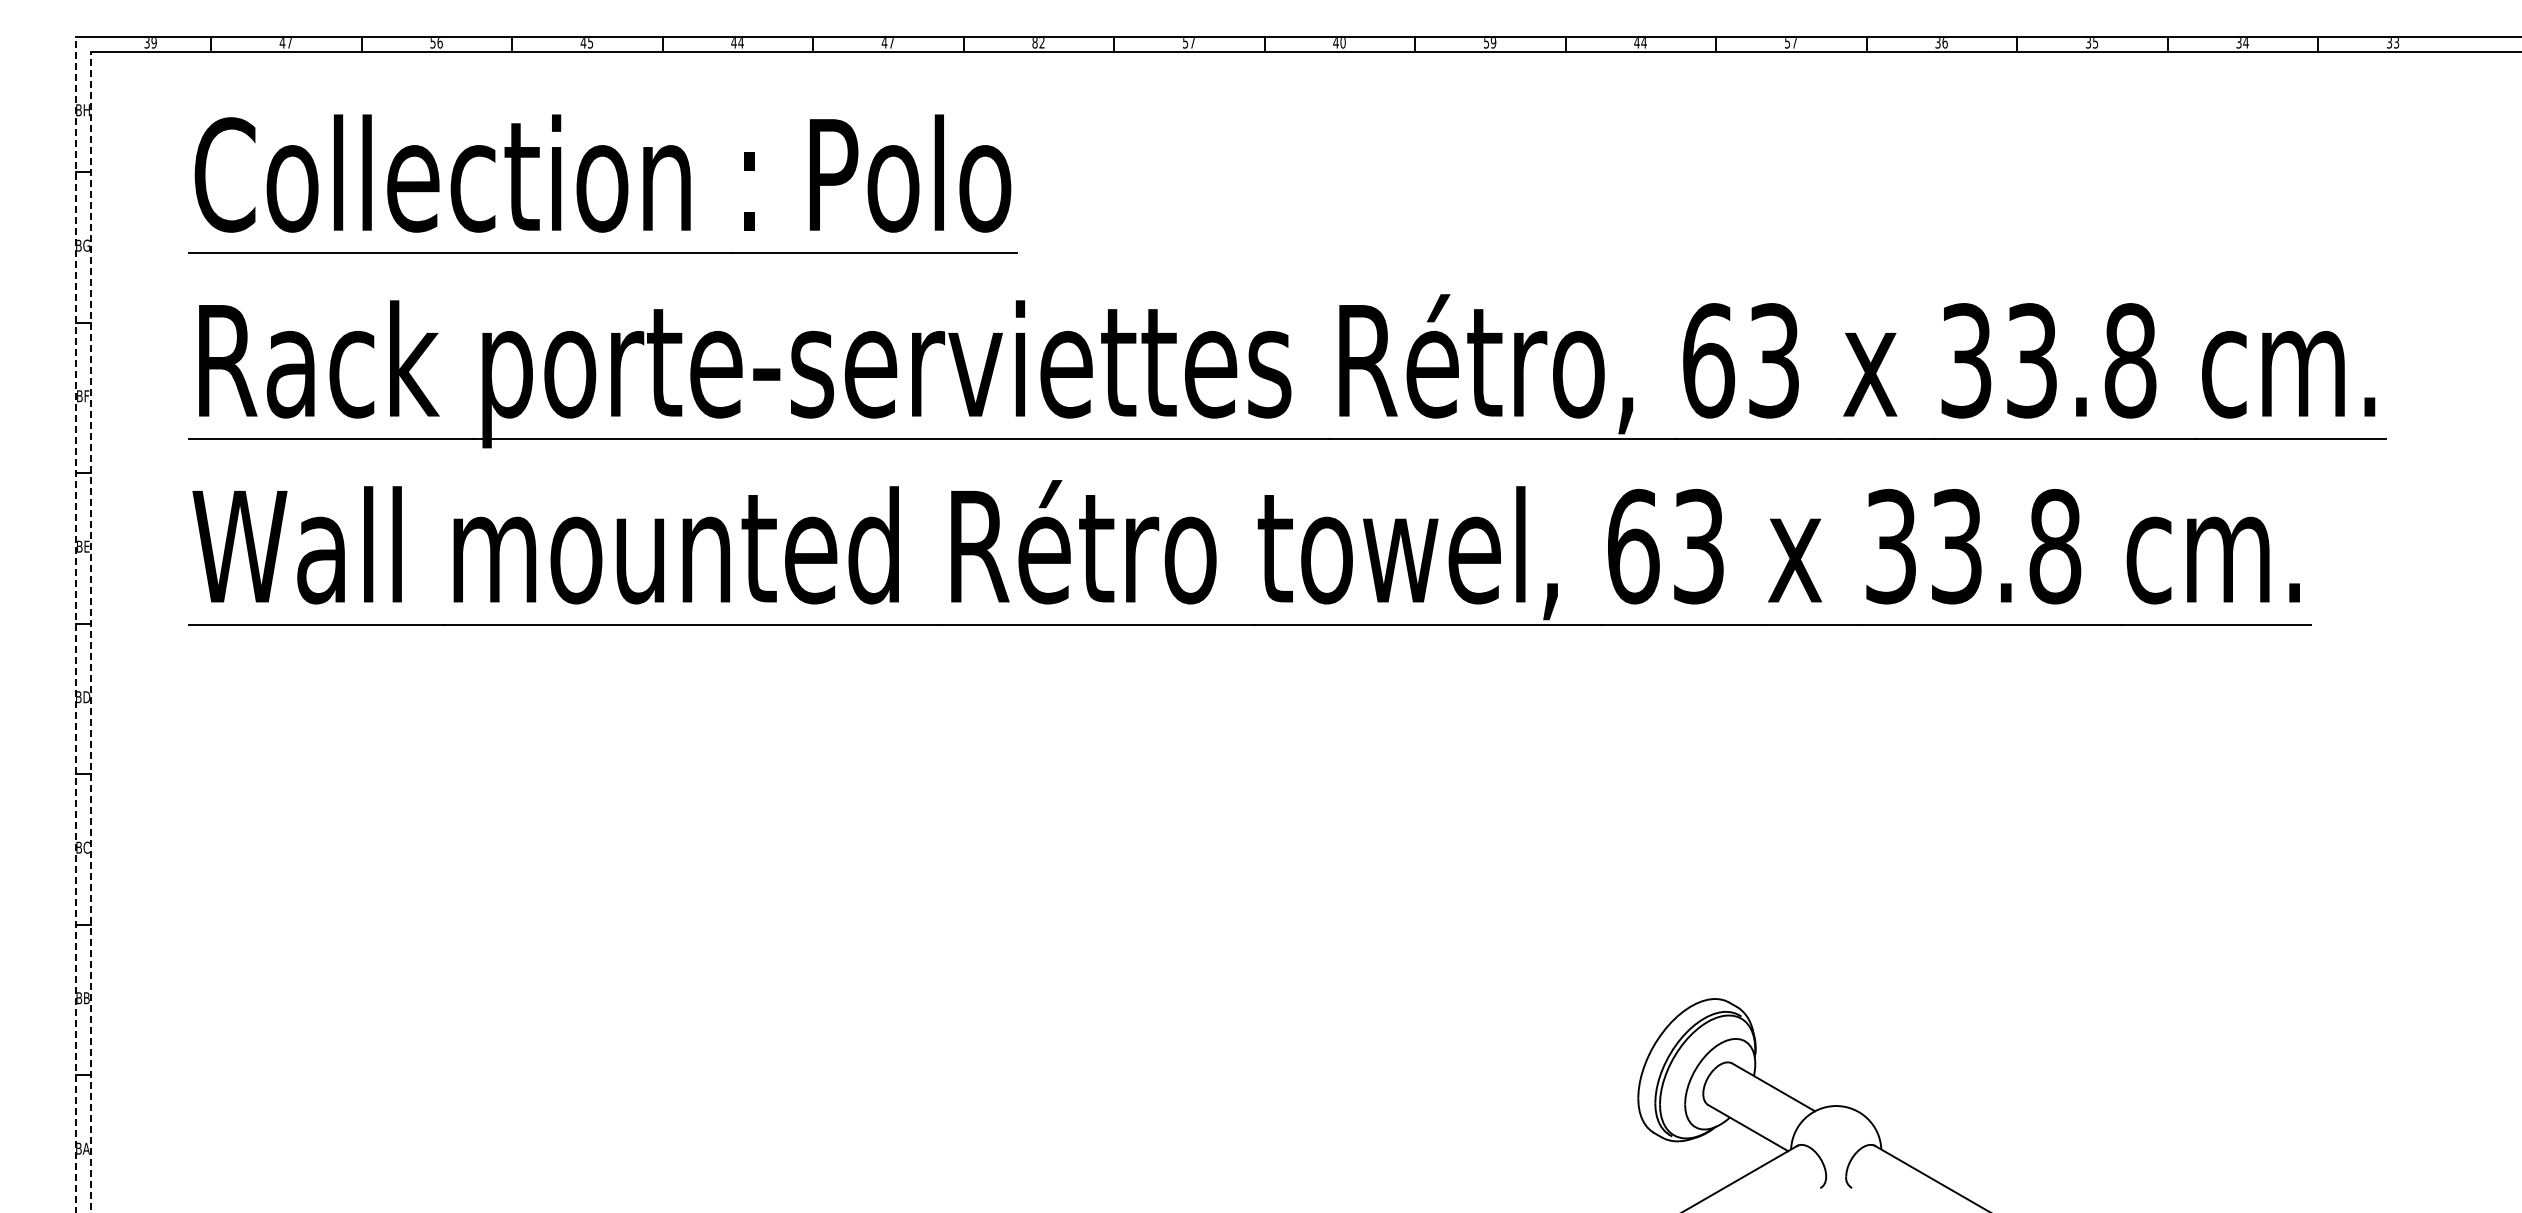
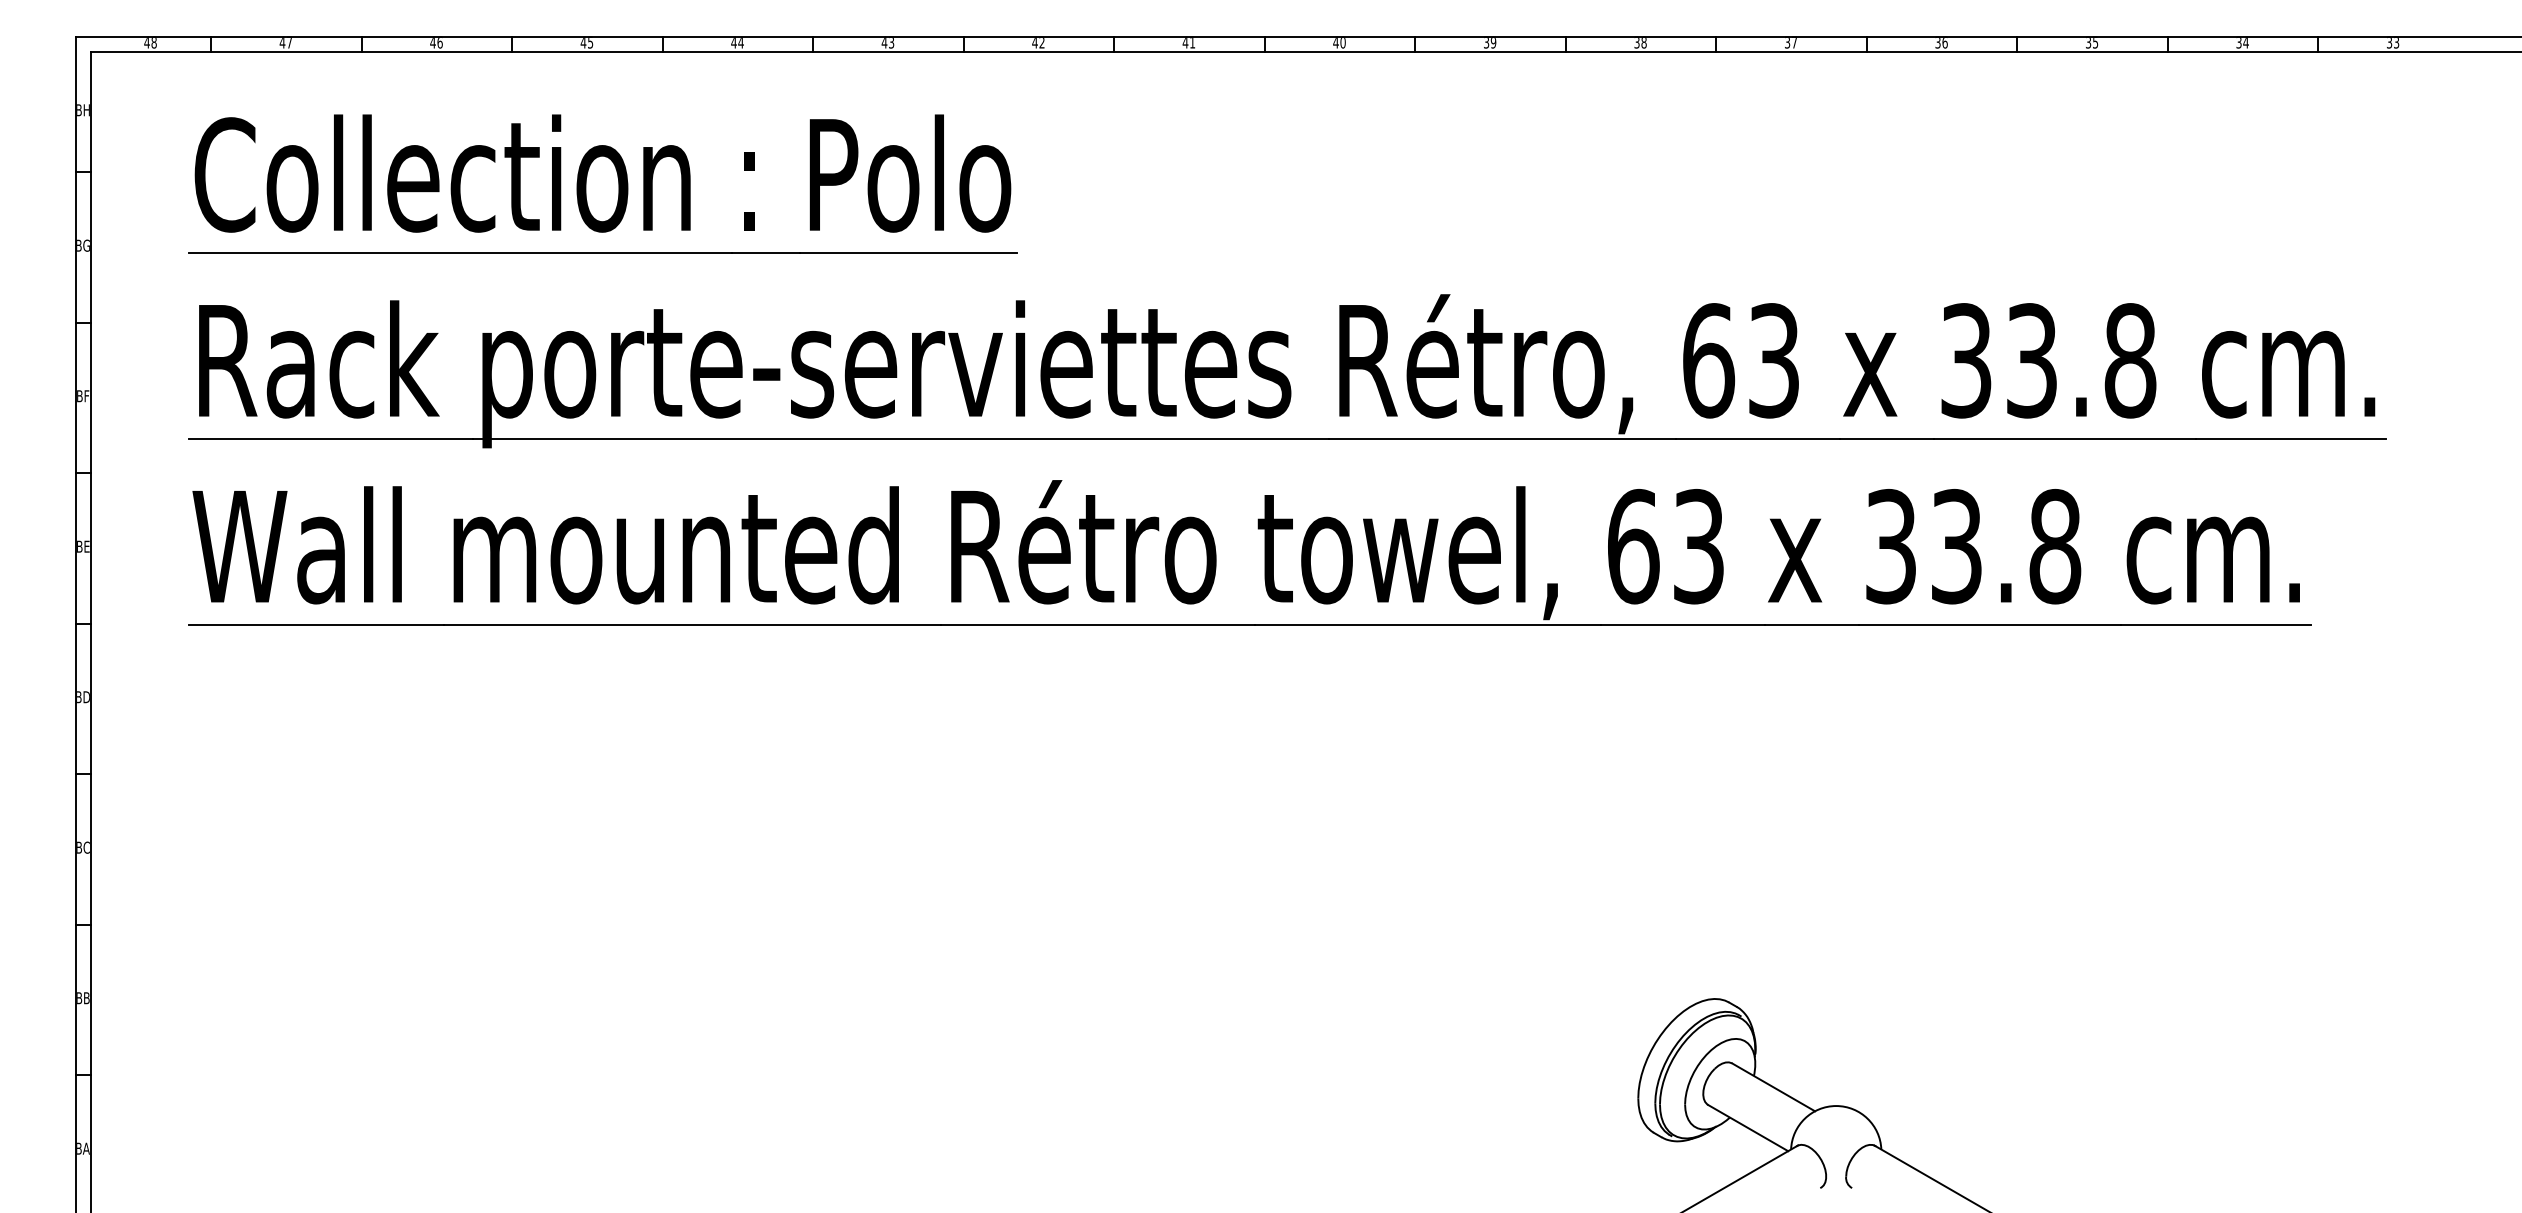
text at (1486, 42): 59 -> 39
text at (1787, 42): 57 -> 37
text at (150, 43): 39 -> 48
text at (432, 43): 56 -> 46
text at (891, 43): 47 -> 43
text at (1034, 43): 82 -> 42
text at (1188, 43): 57 -> 41
text at (1640, 43): 44 -> 38
line at (75, 624): dashed -> solid
line at (90, 632): dashed -> solid
